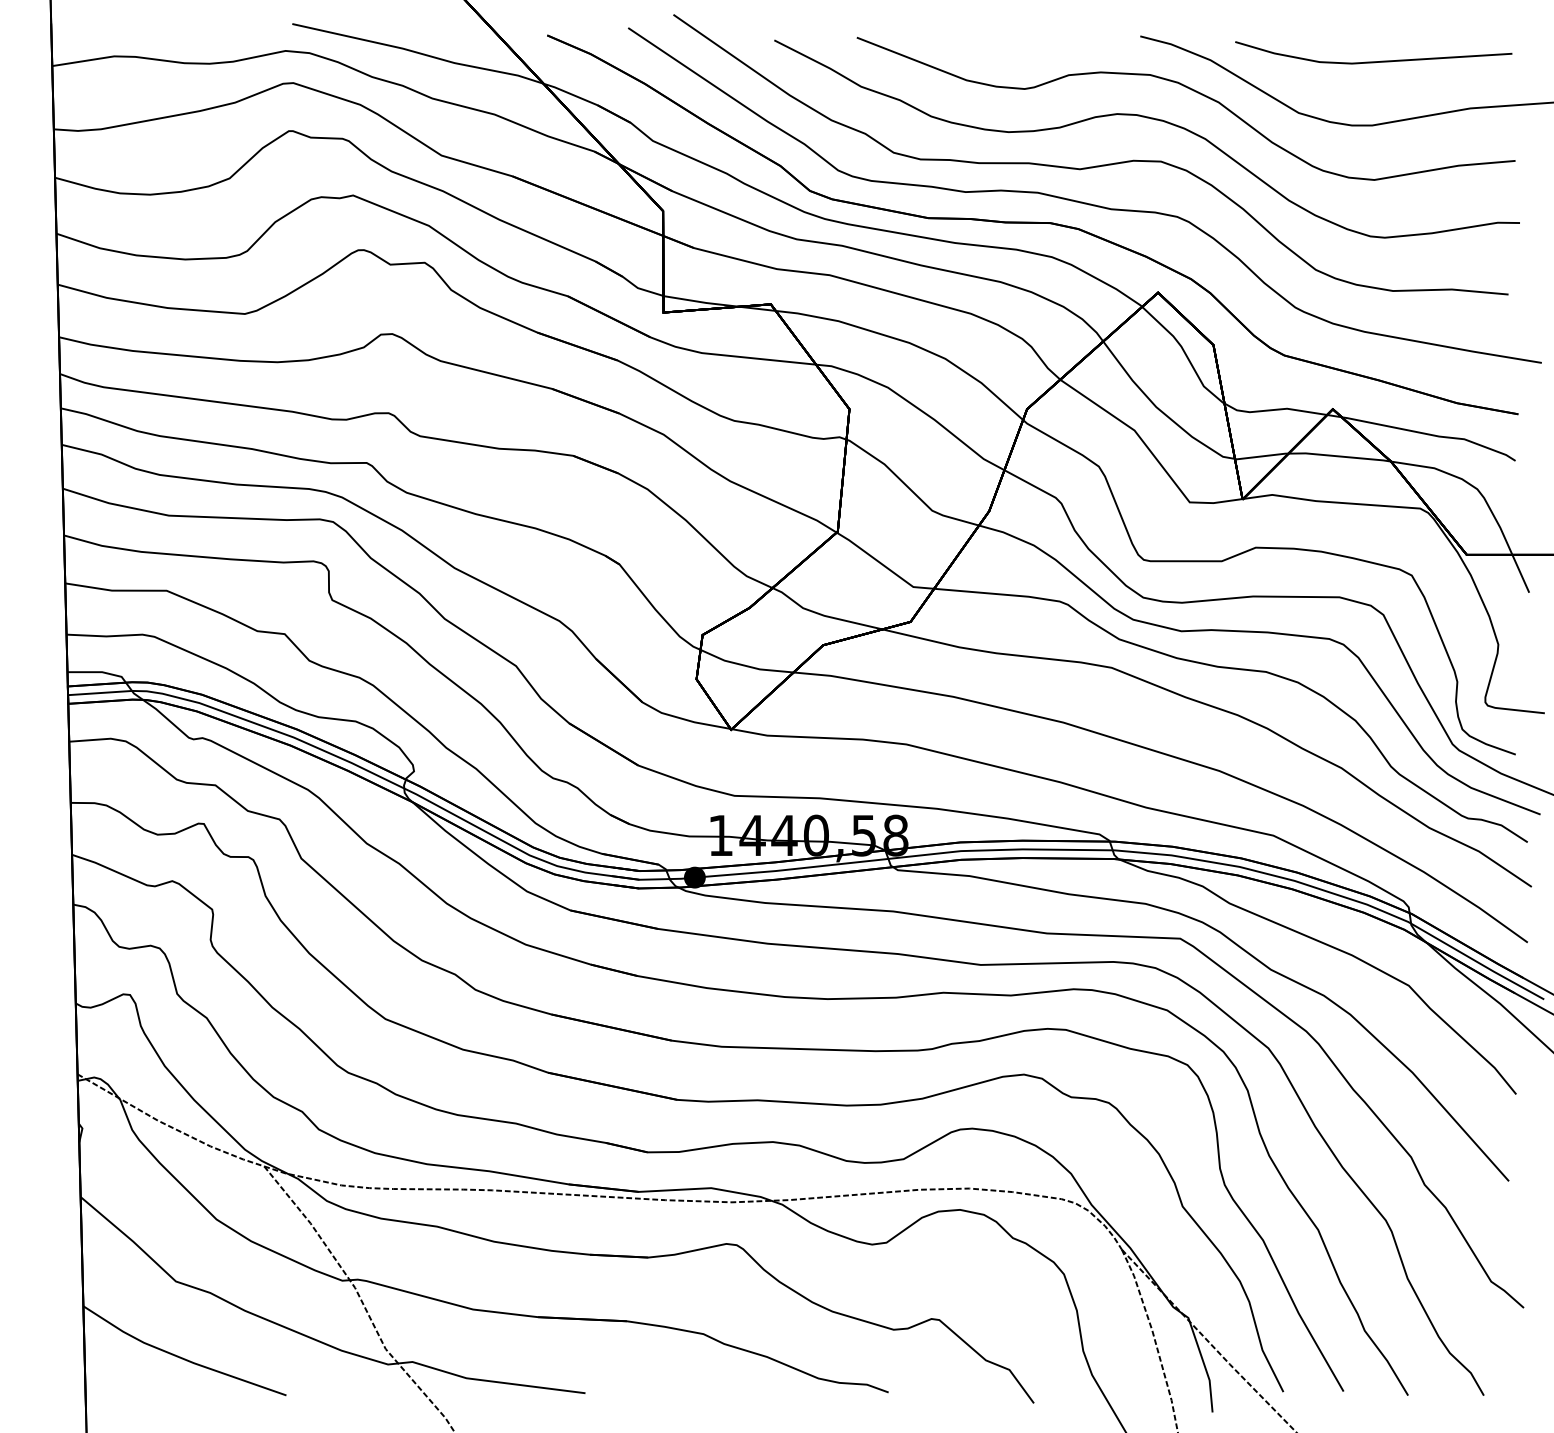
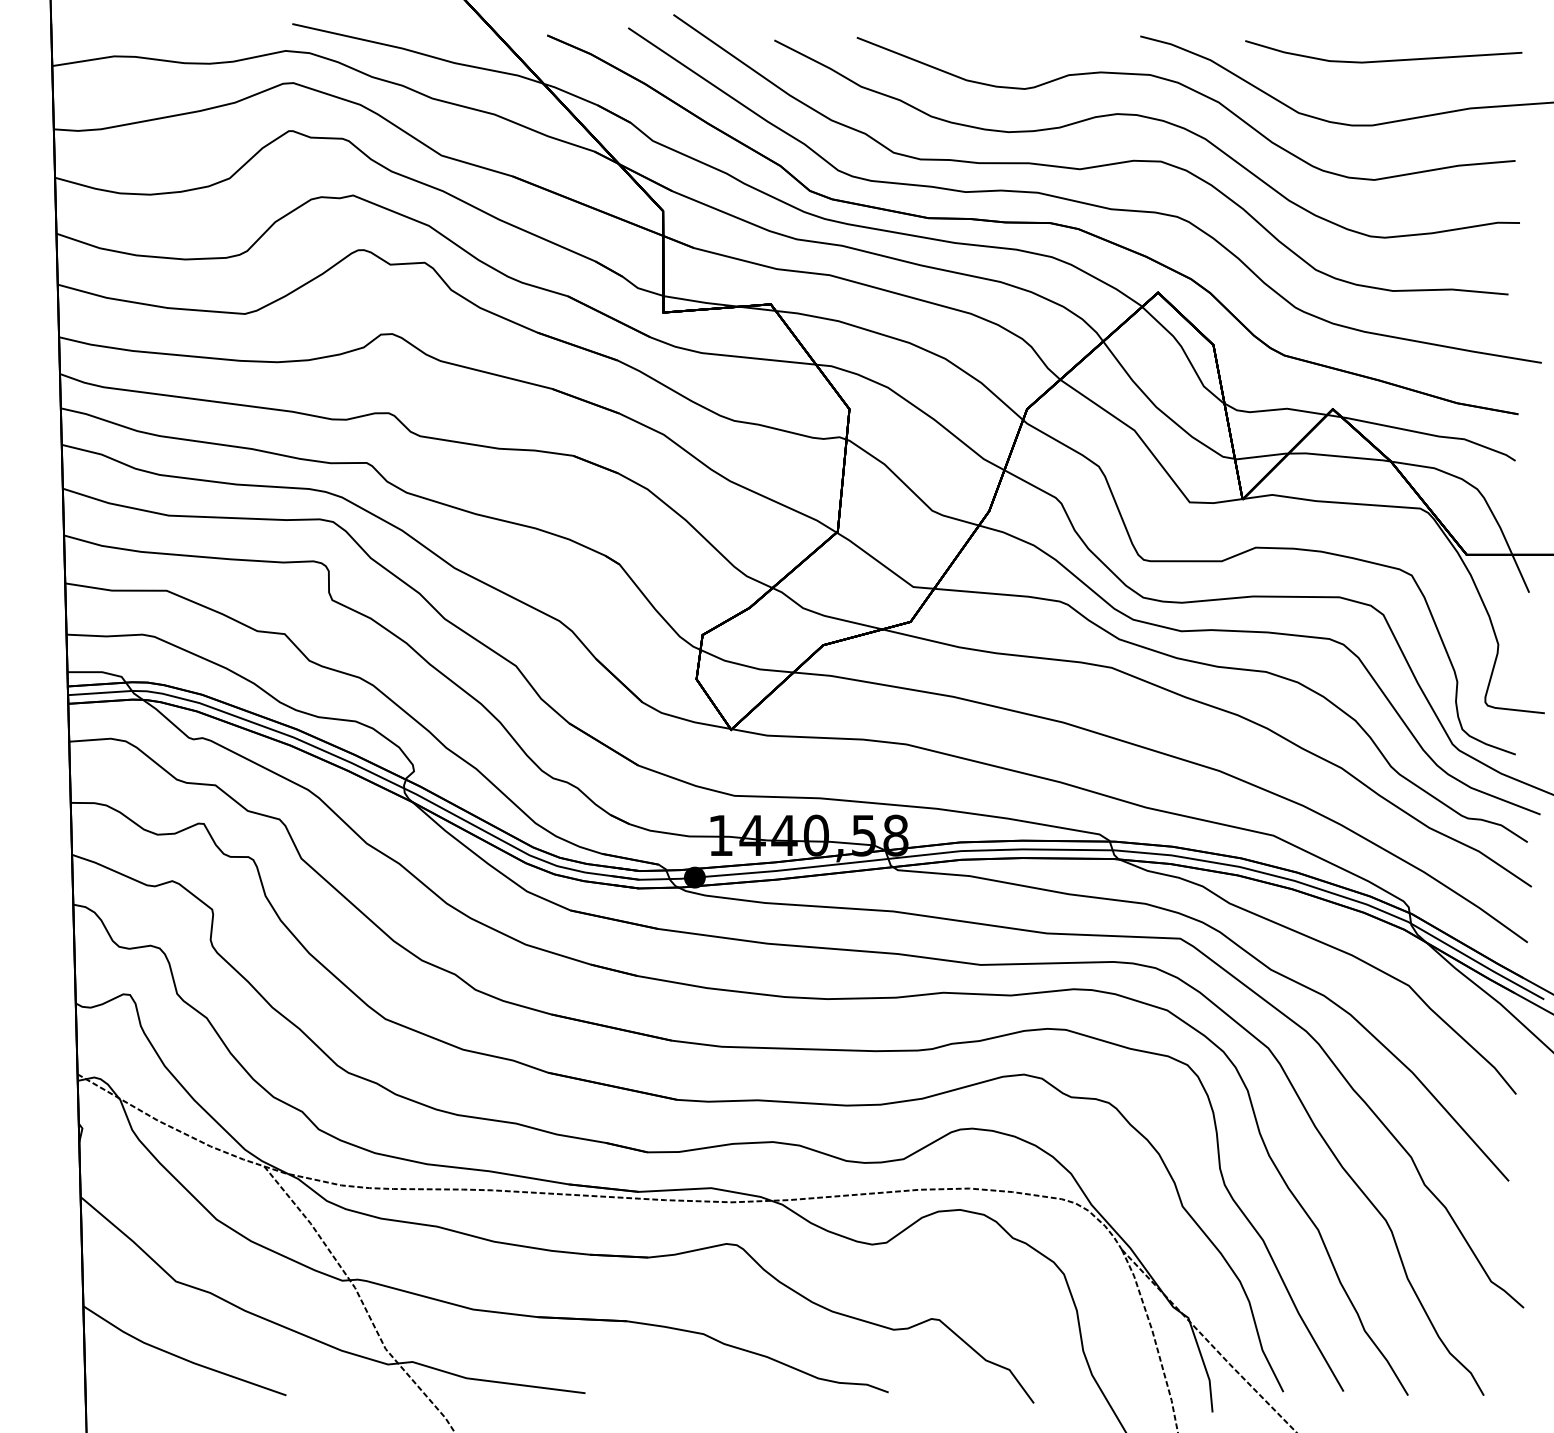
part at (1373, 61) position: (1373, 61) -> (1383, 60)
